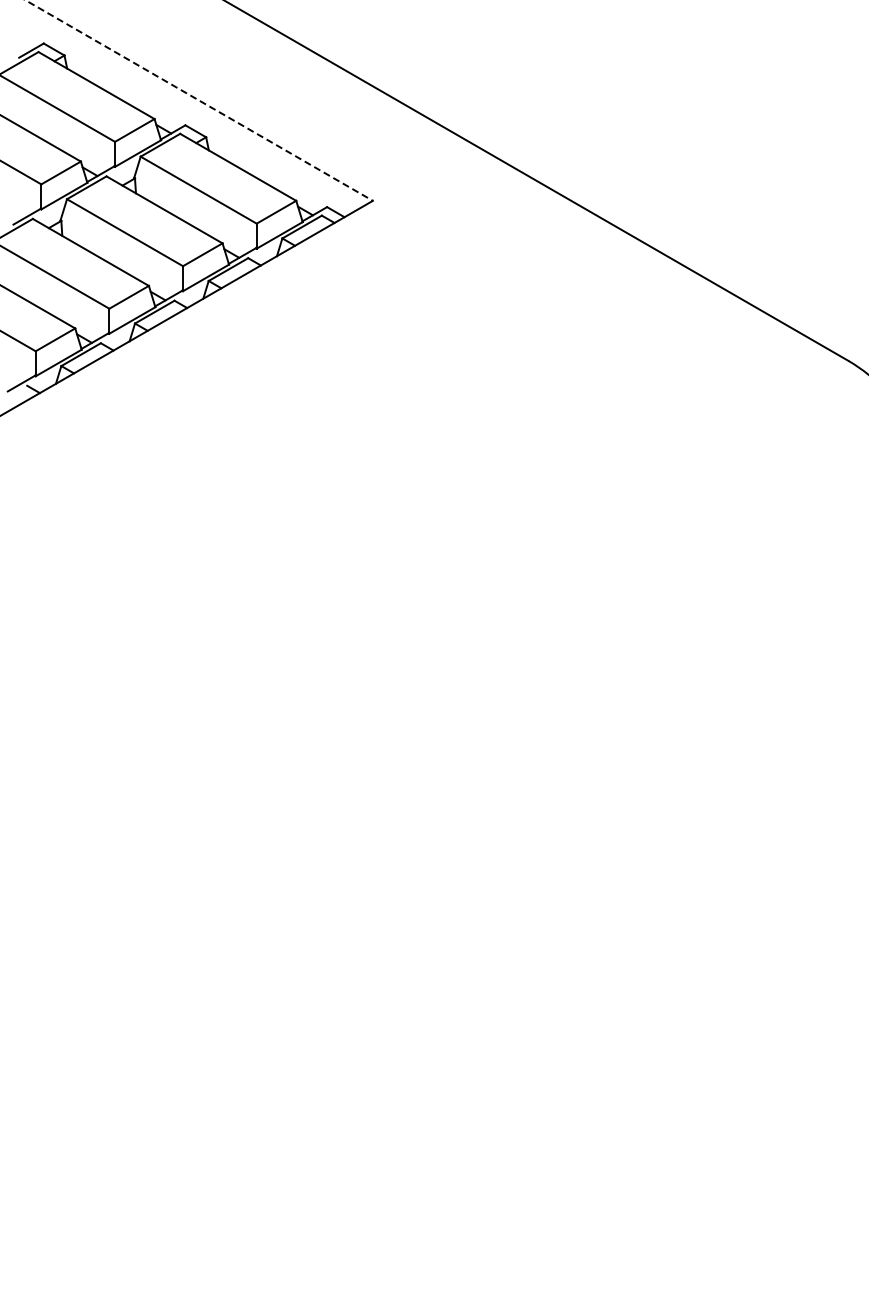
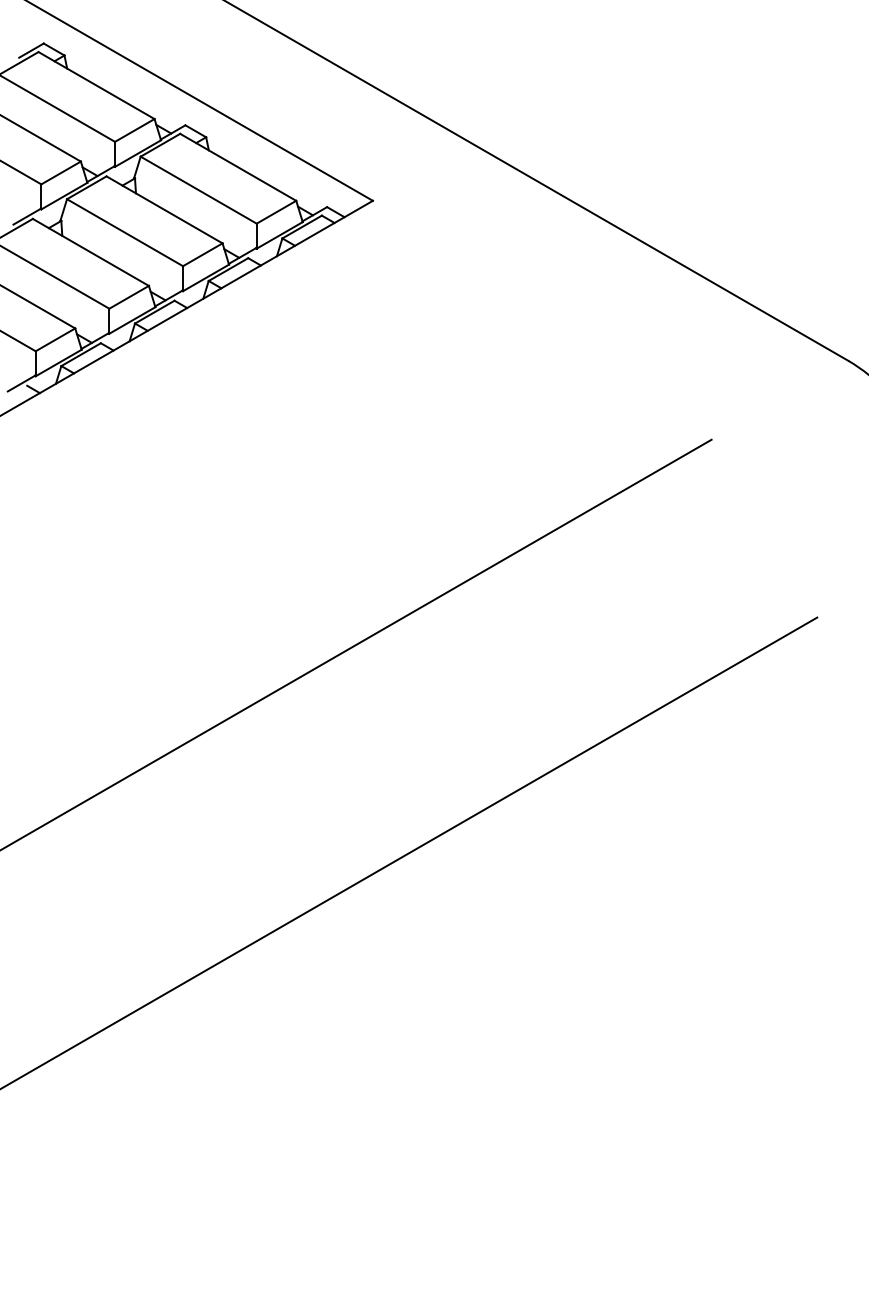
line at (199, 100): dashed -> solid
line at (356, 644): none -> present
line at (409, 852): none -> present
